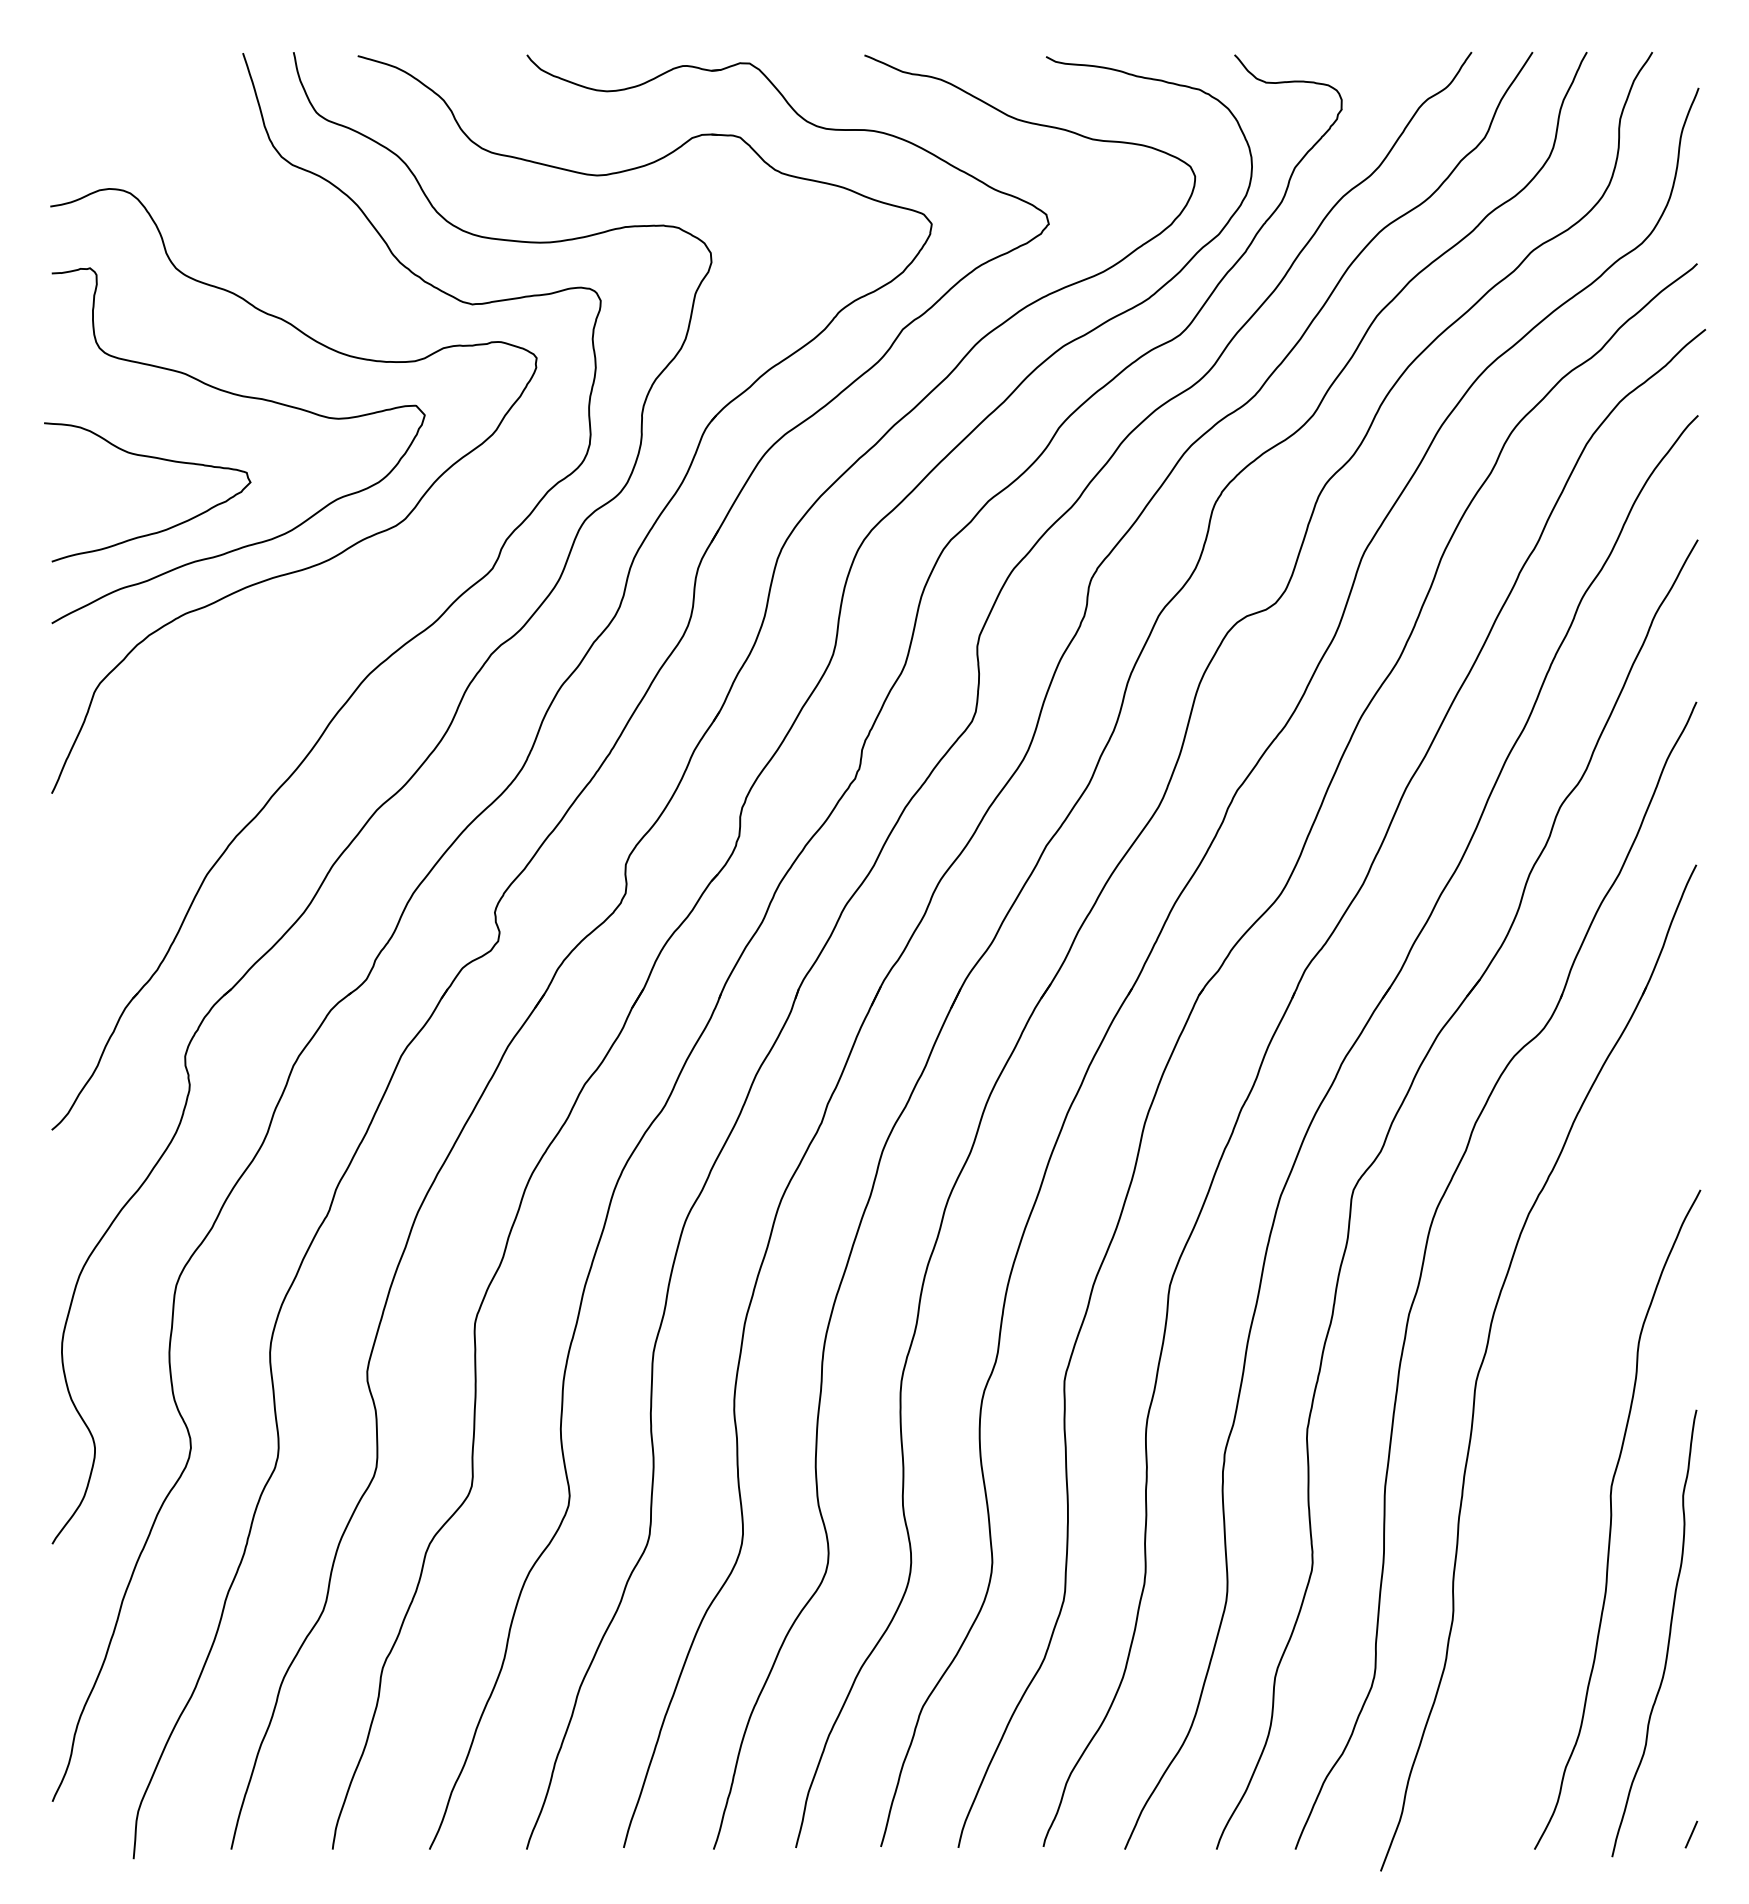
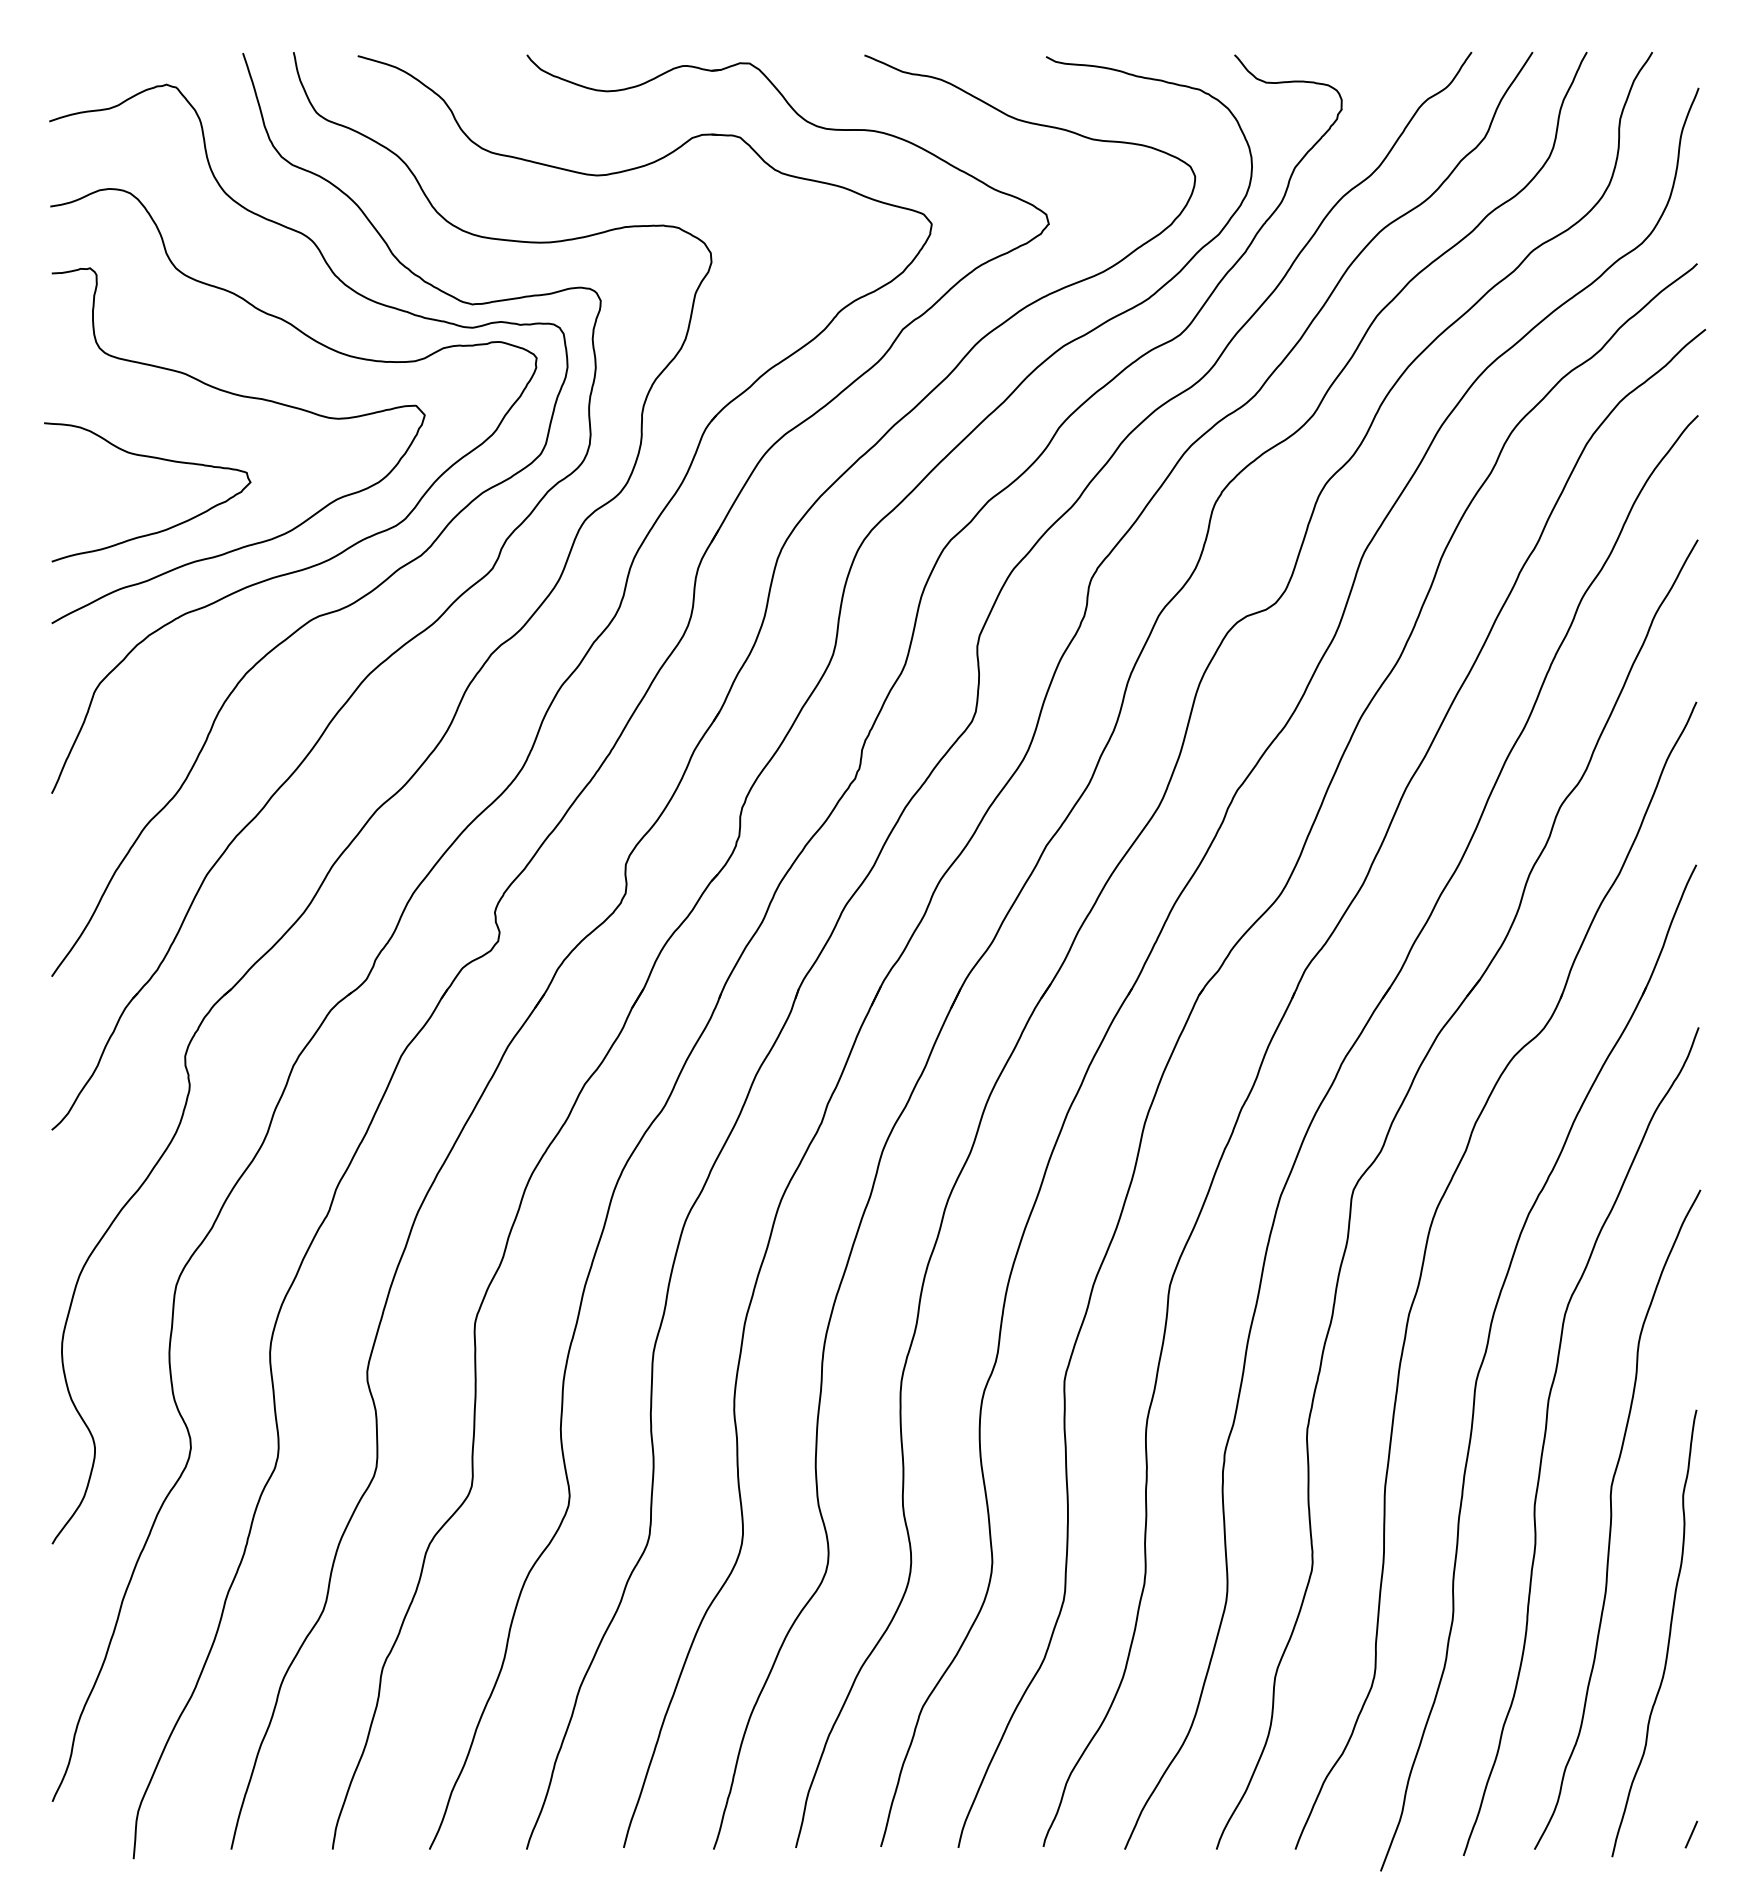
curve at (333, 610): none -> present
curve at (1546, 1433): none -> present
